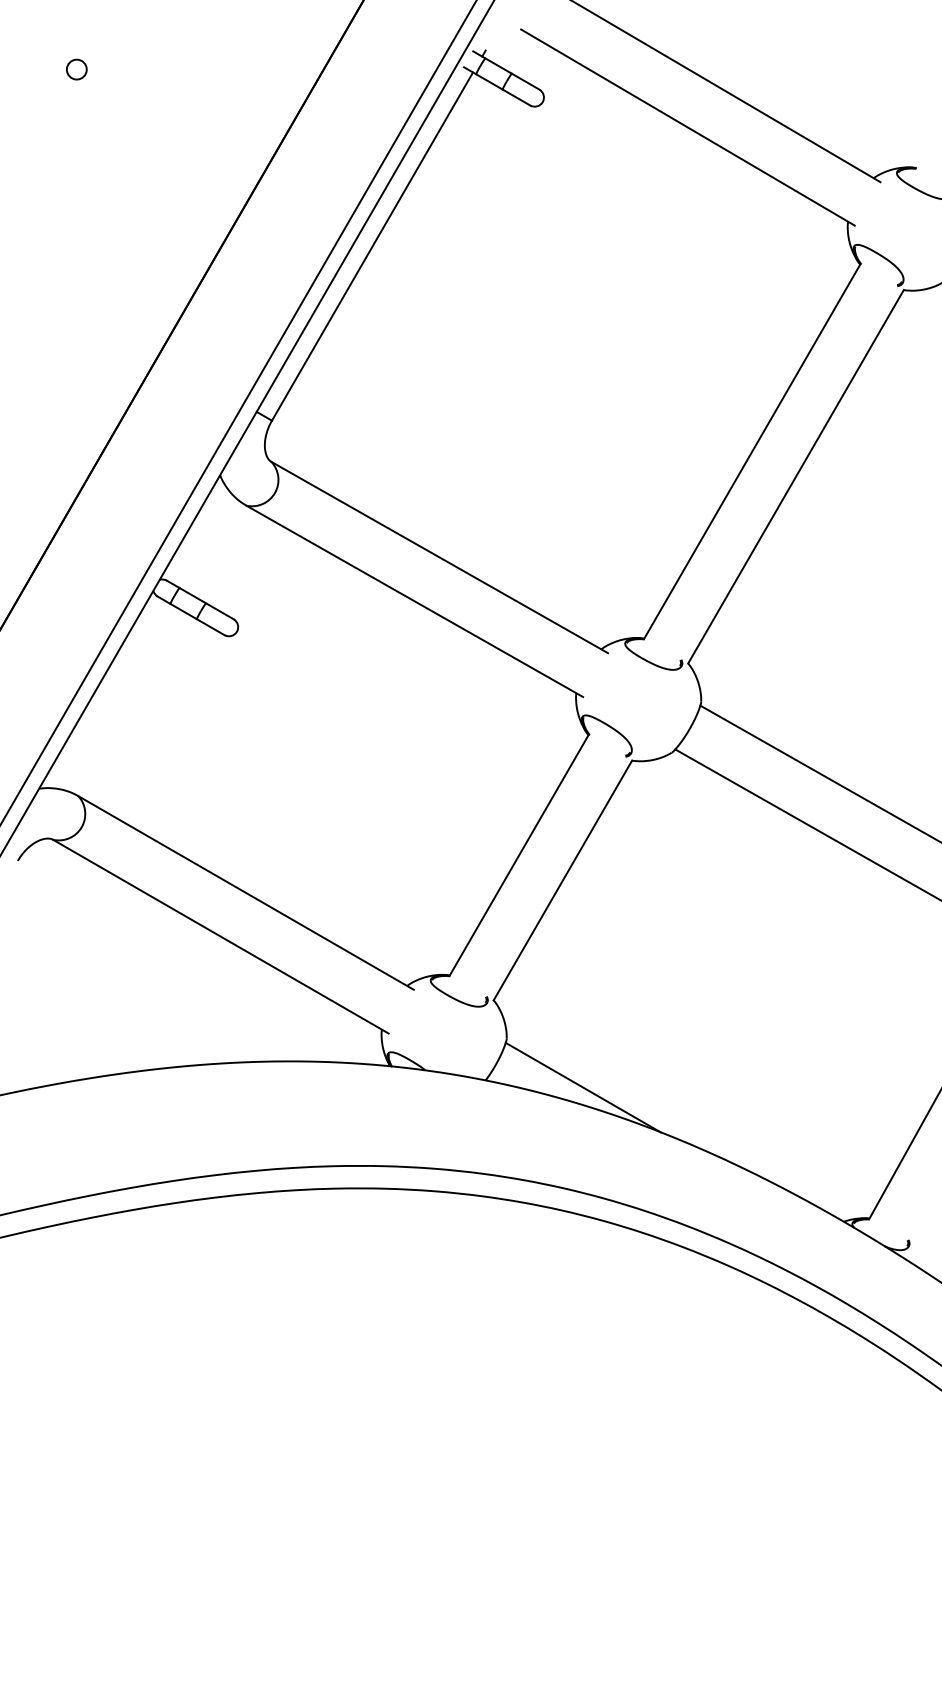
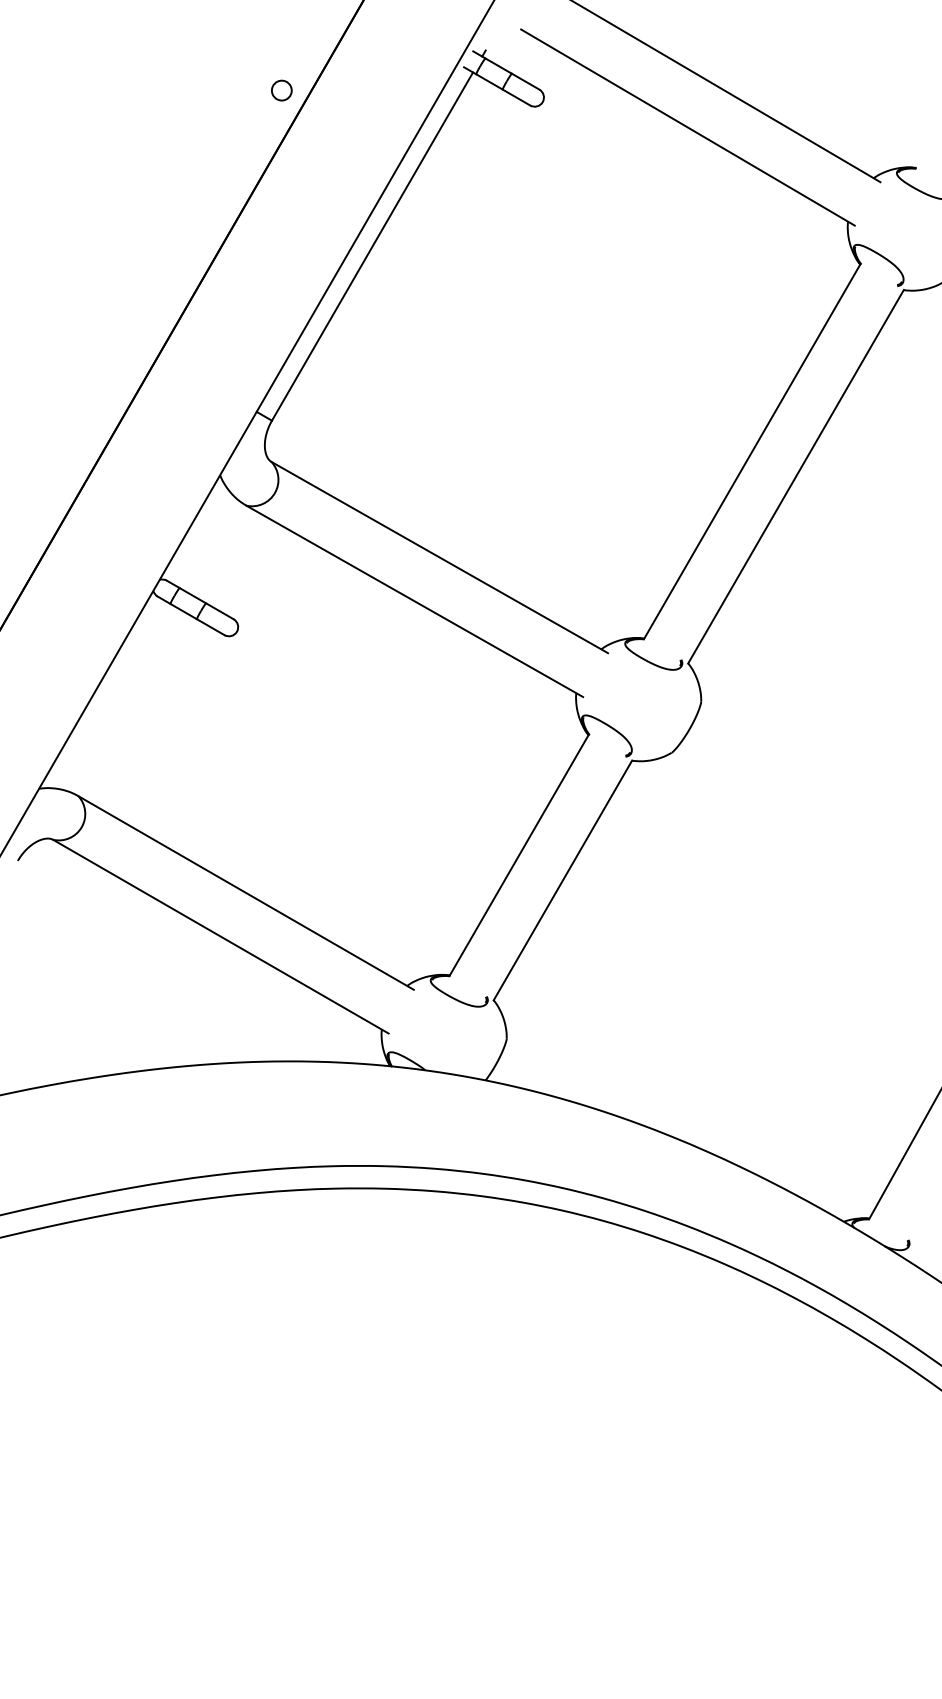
circle at (76, 69) position: (76, 69) -> (281, 90)
line at (238, 412): present -> none
line at (819, 773): present -> none
line at (806, 823): present -> none
line at (583, 1087): present -> none
